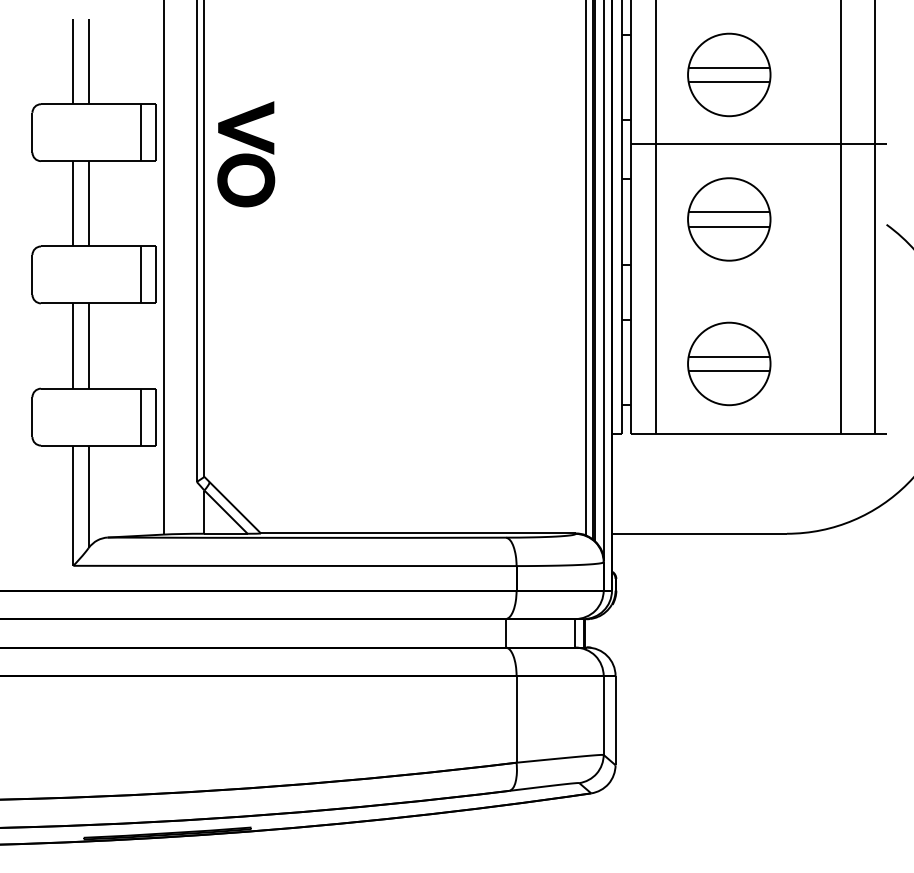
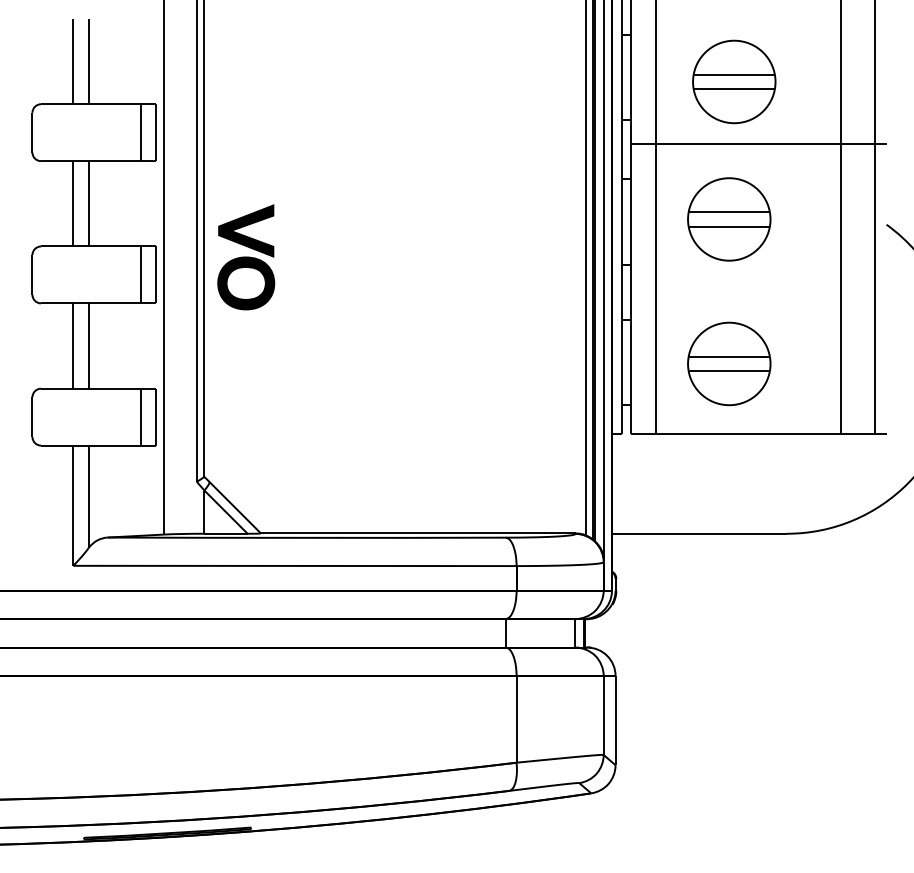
part at (729, 74) position: (729, 74) -> (734, 81)
part at (246, 154) position: (246, 154) -> (246, 257)
